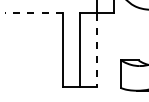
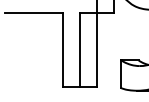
line at (34, 13): dashed -> solid
line at (97, 50): dashed -> solid
